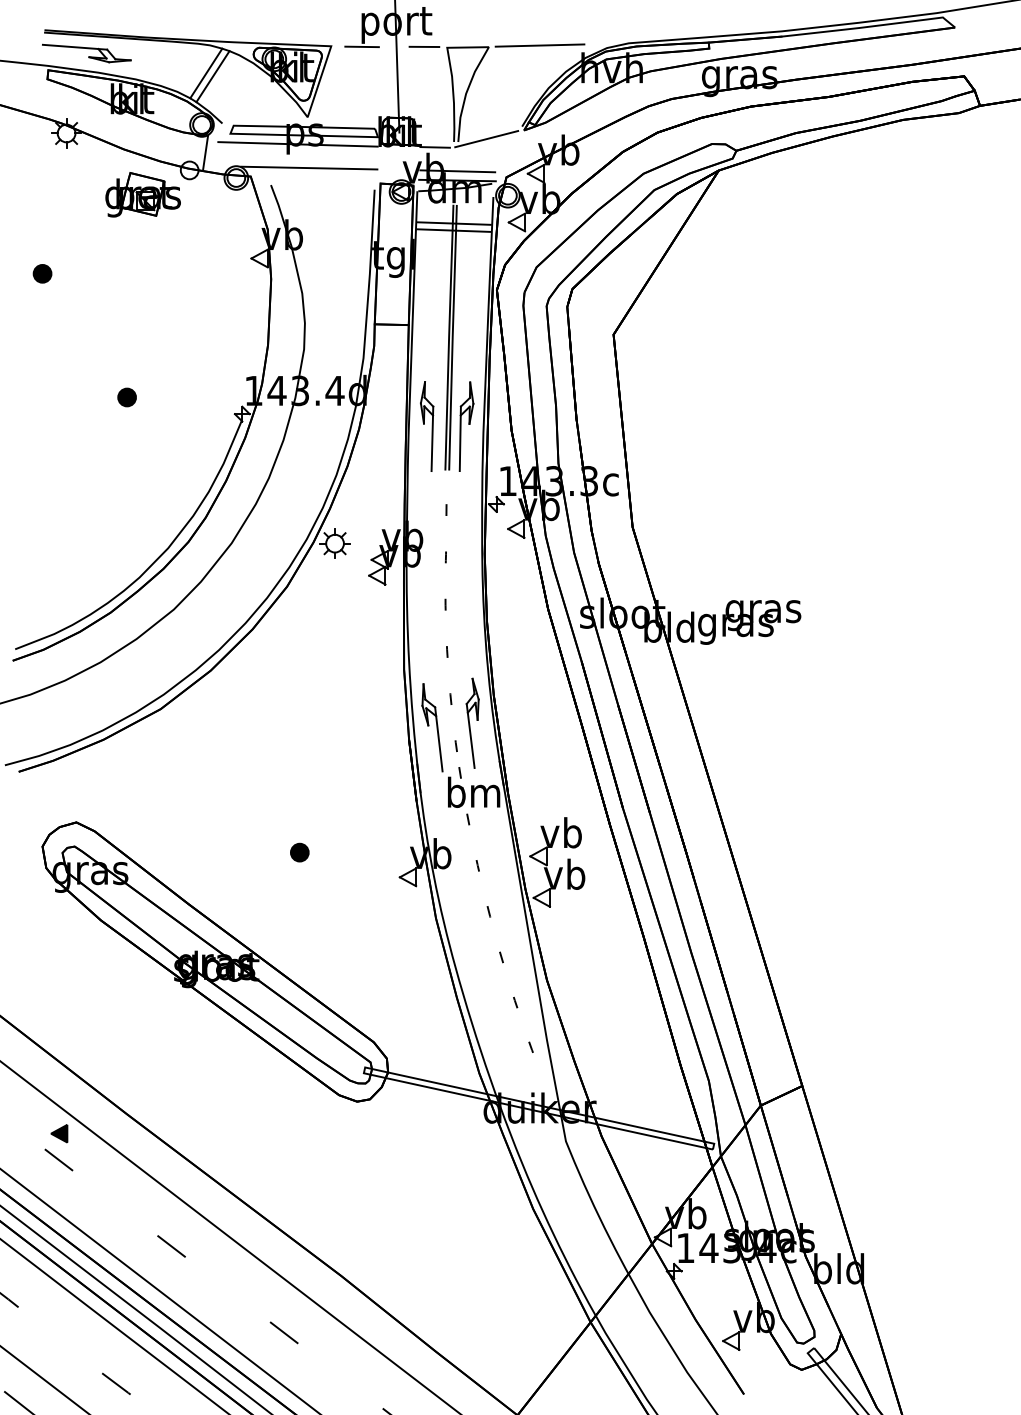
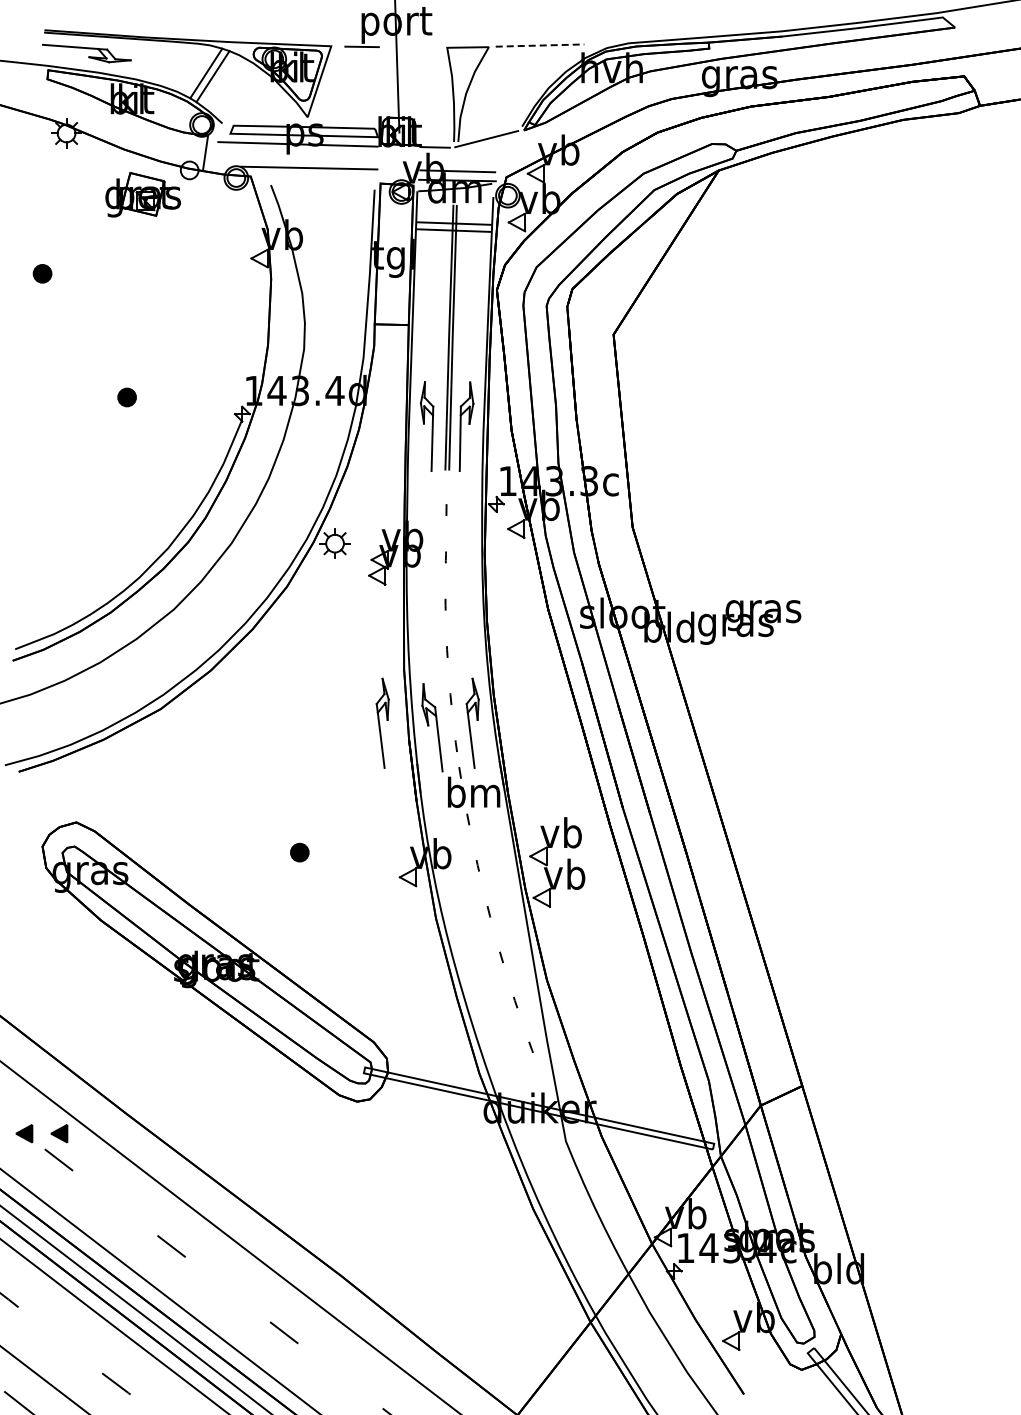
line at (540, 45): solid -> dashed
line at (424, 46): present -> none
part at (382, 722): none -> present
part at (24, 1133): none -> present
